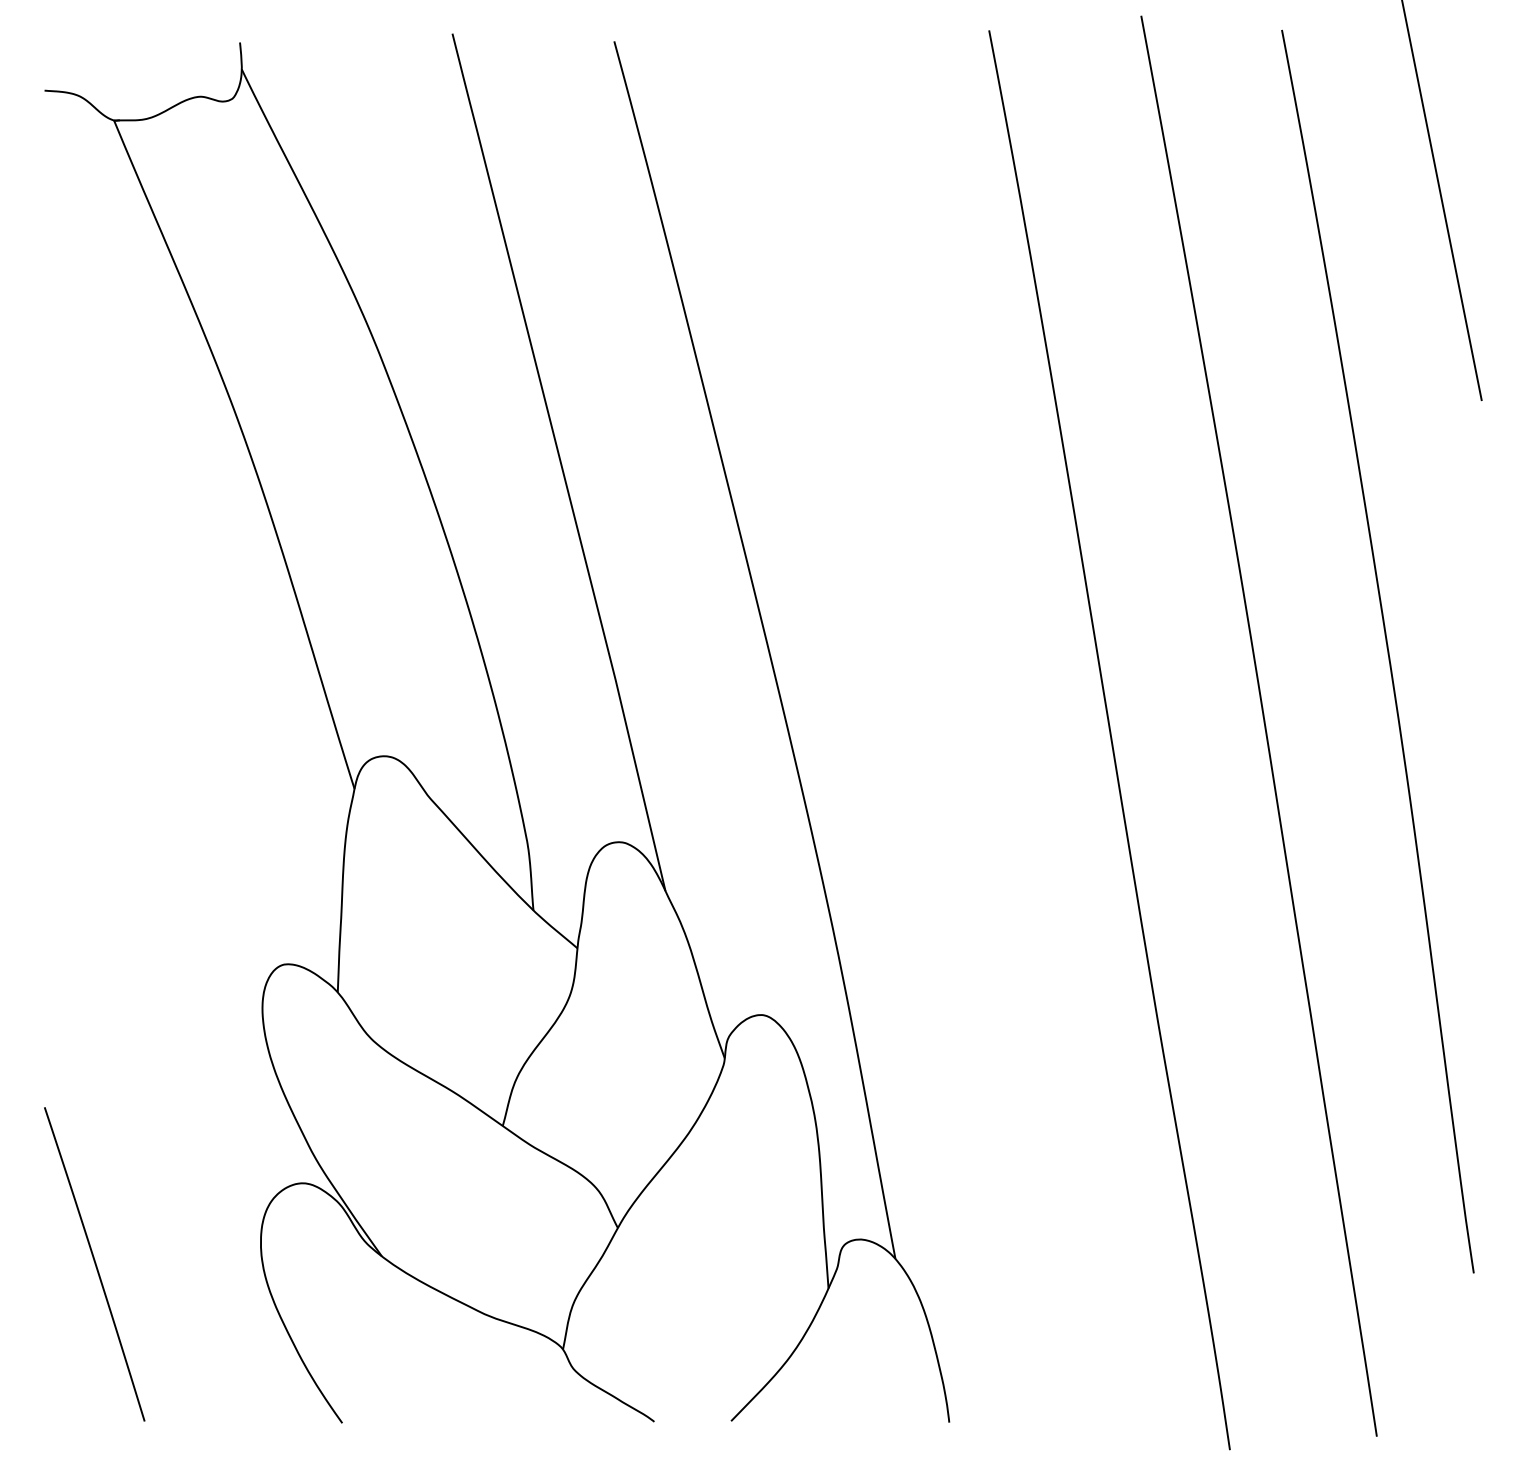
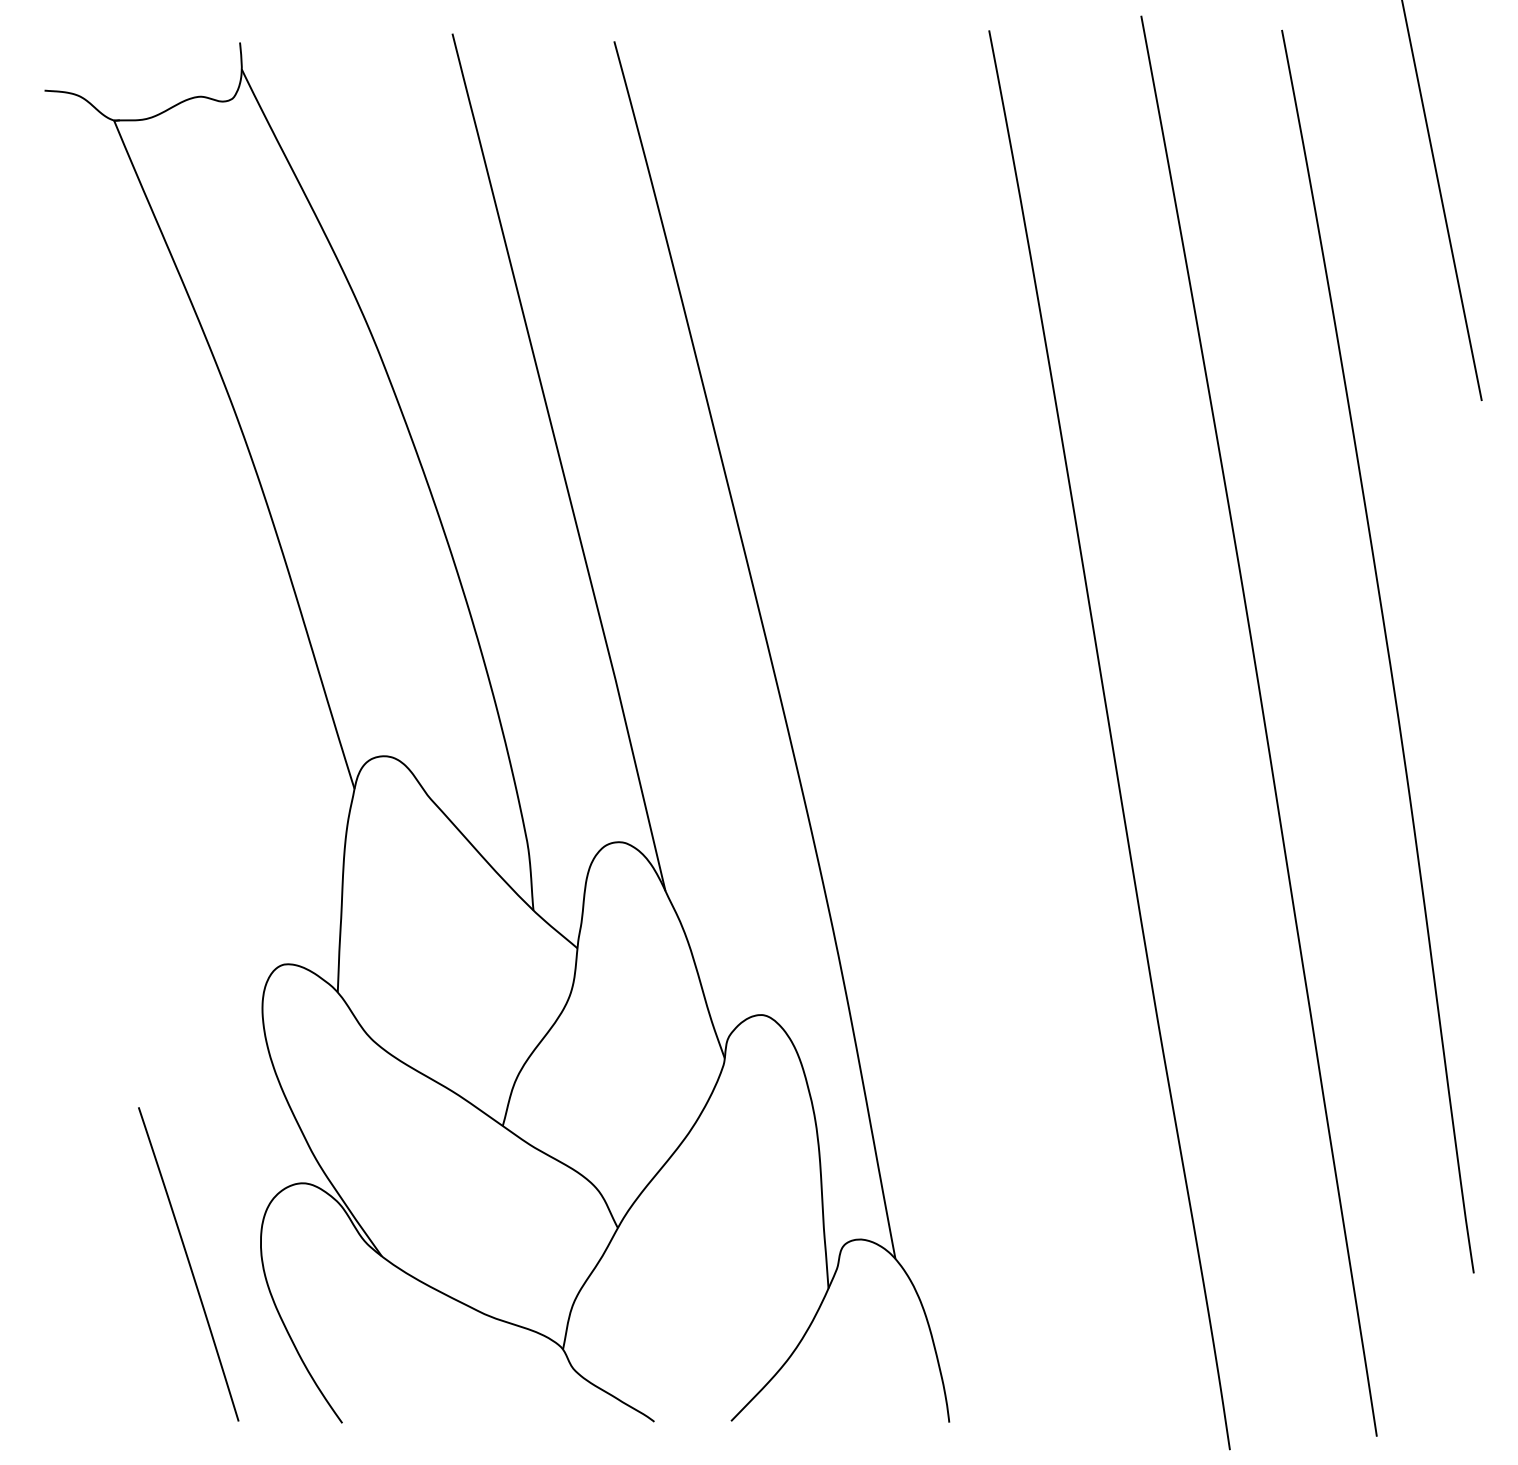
curve at (94, 1264) position: (94, 1264) -> (188, 1264)
